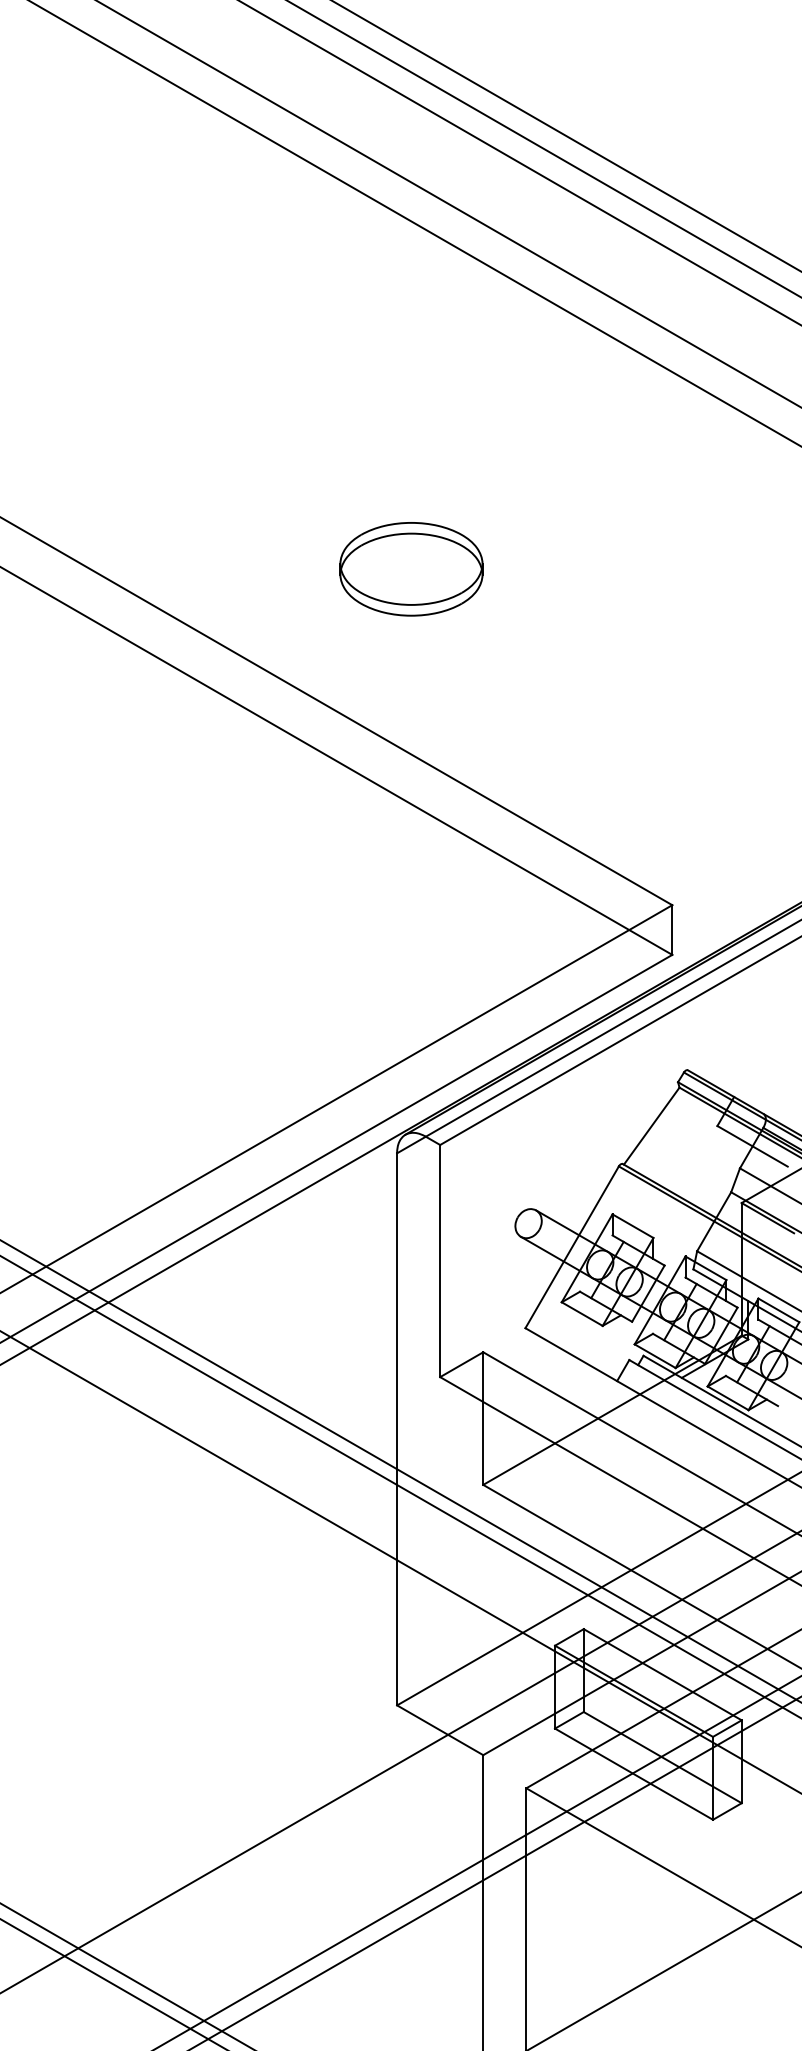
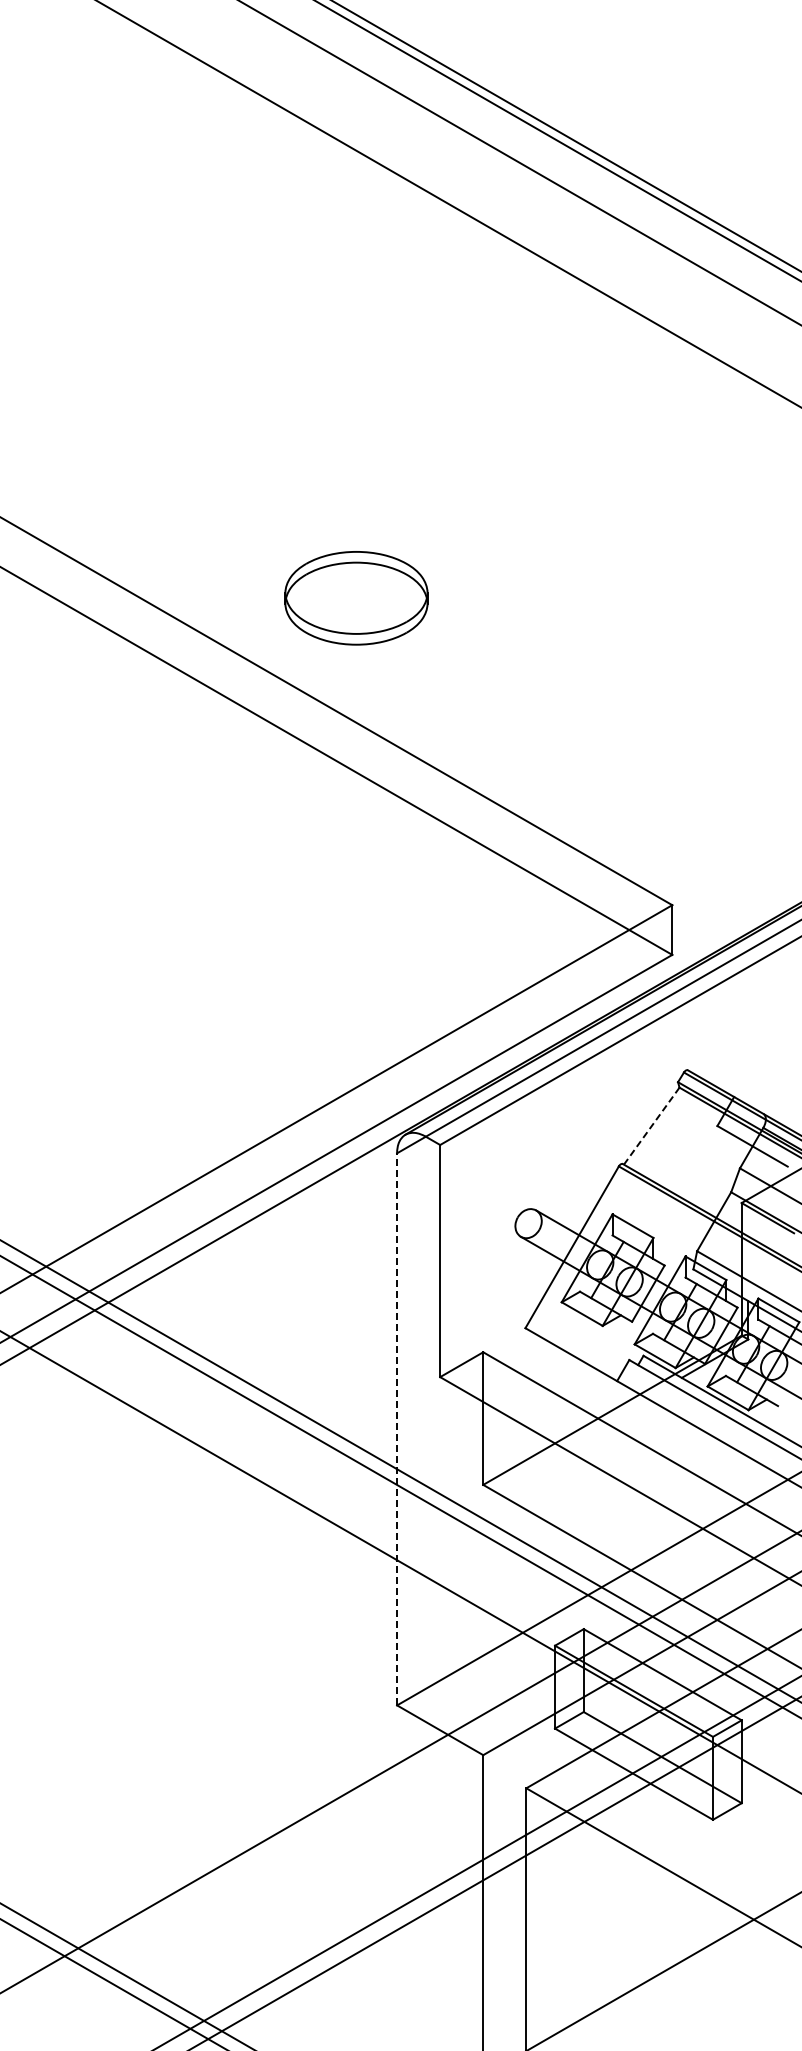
line at (544, 149) position: (544, 149) -> (558, 141)
line at (414, 223): present -> none
part at (411, 569) position: (411, 569) -> (356, 598)
line at (652, 1125): solid -> dashed
line at (397, 1428): solid -> dashed
